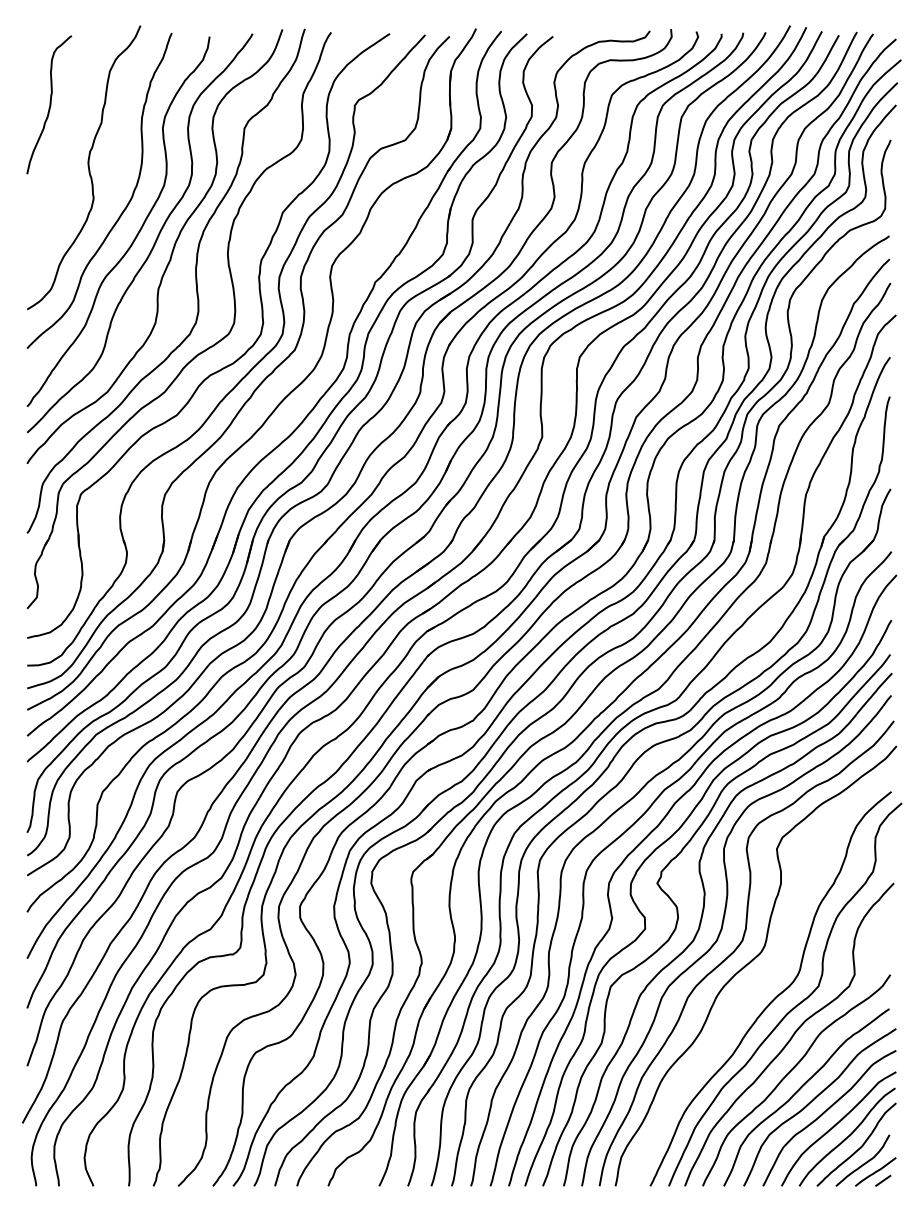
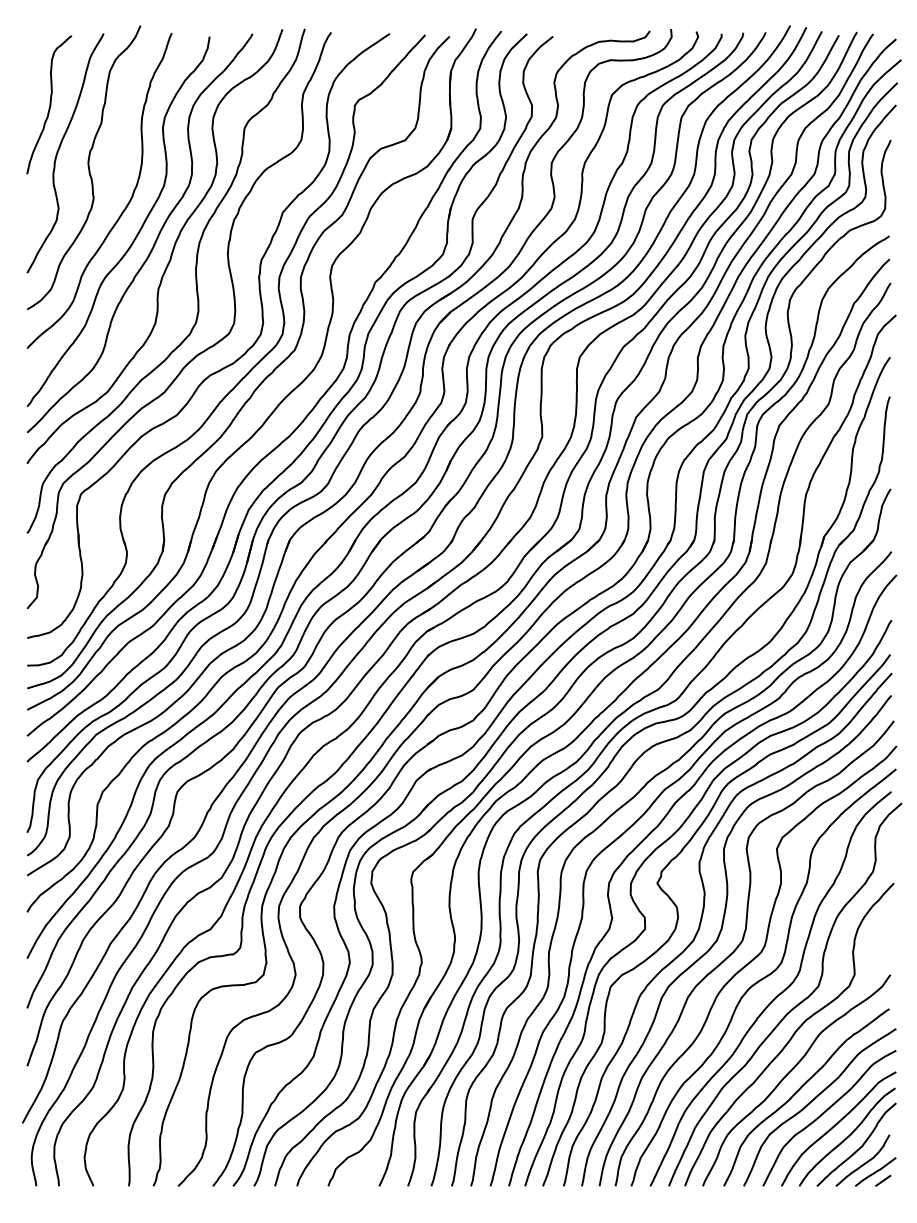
curve at (59, 150): none -> present
curve at (763, 977): none -> present
